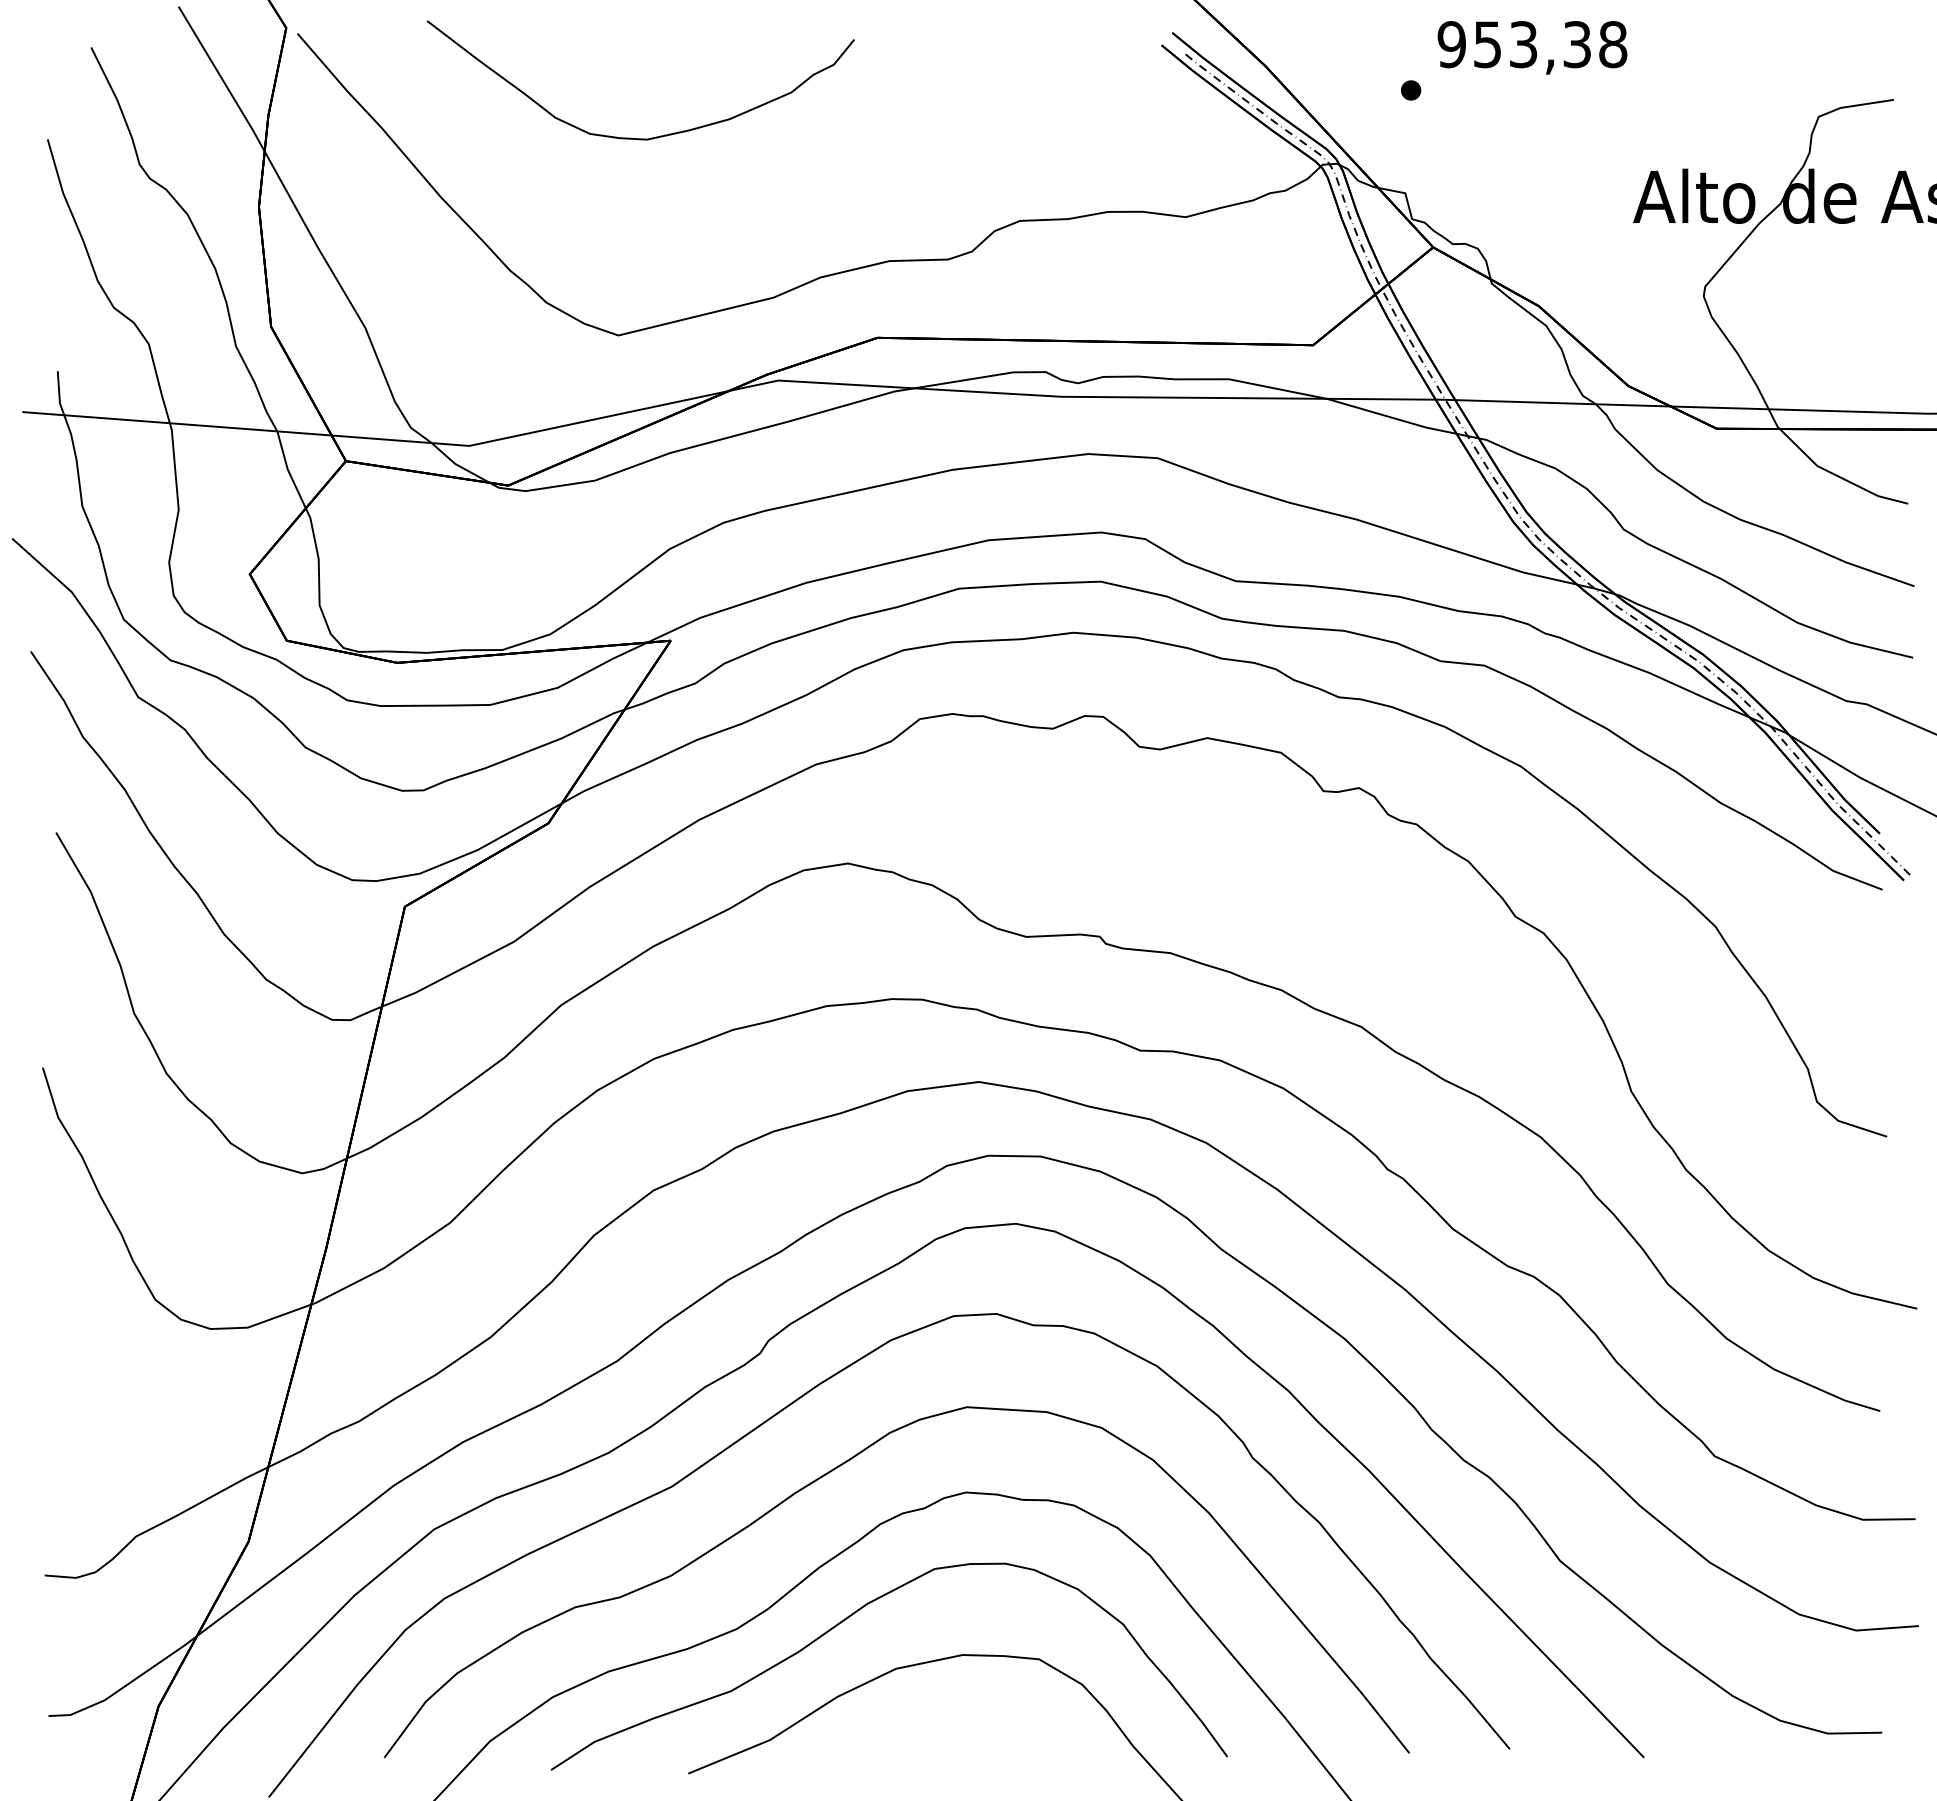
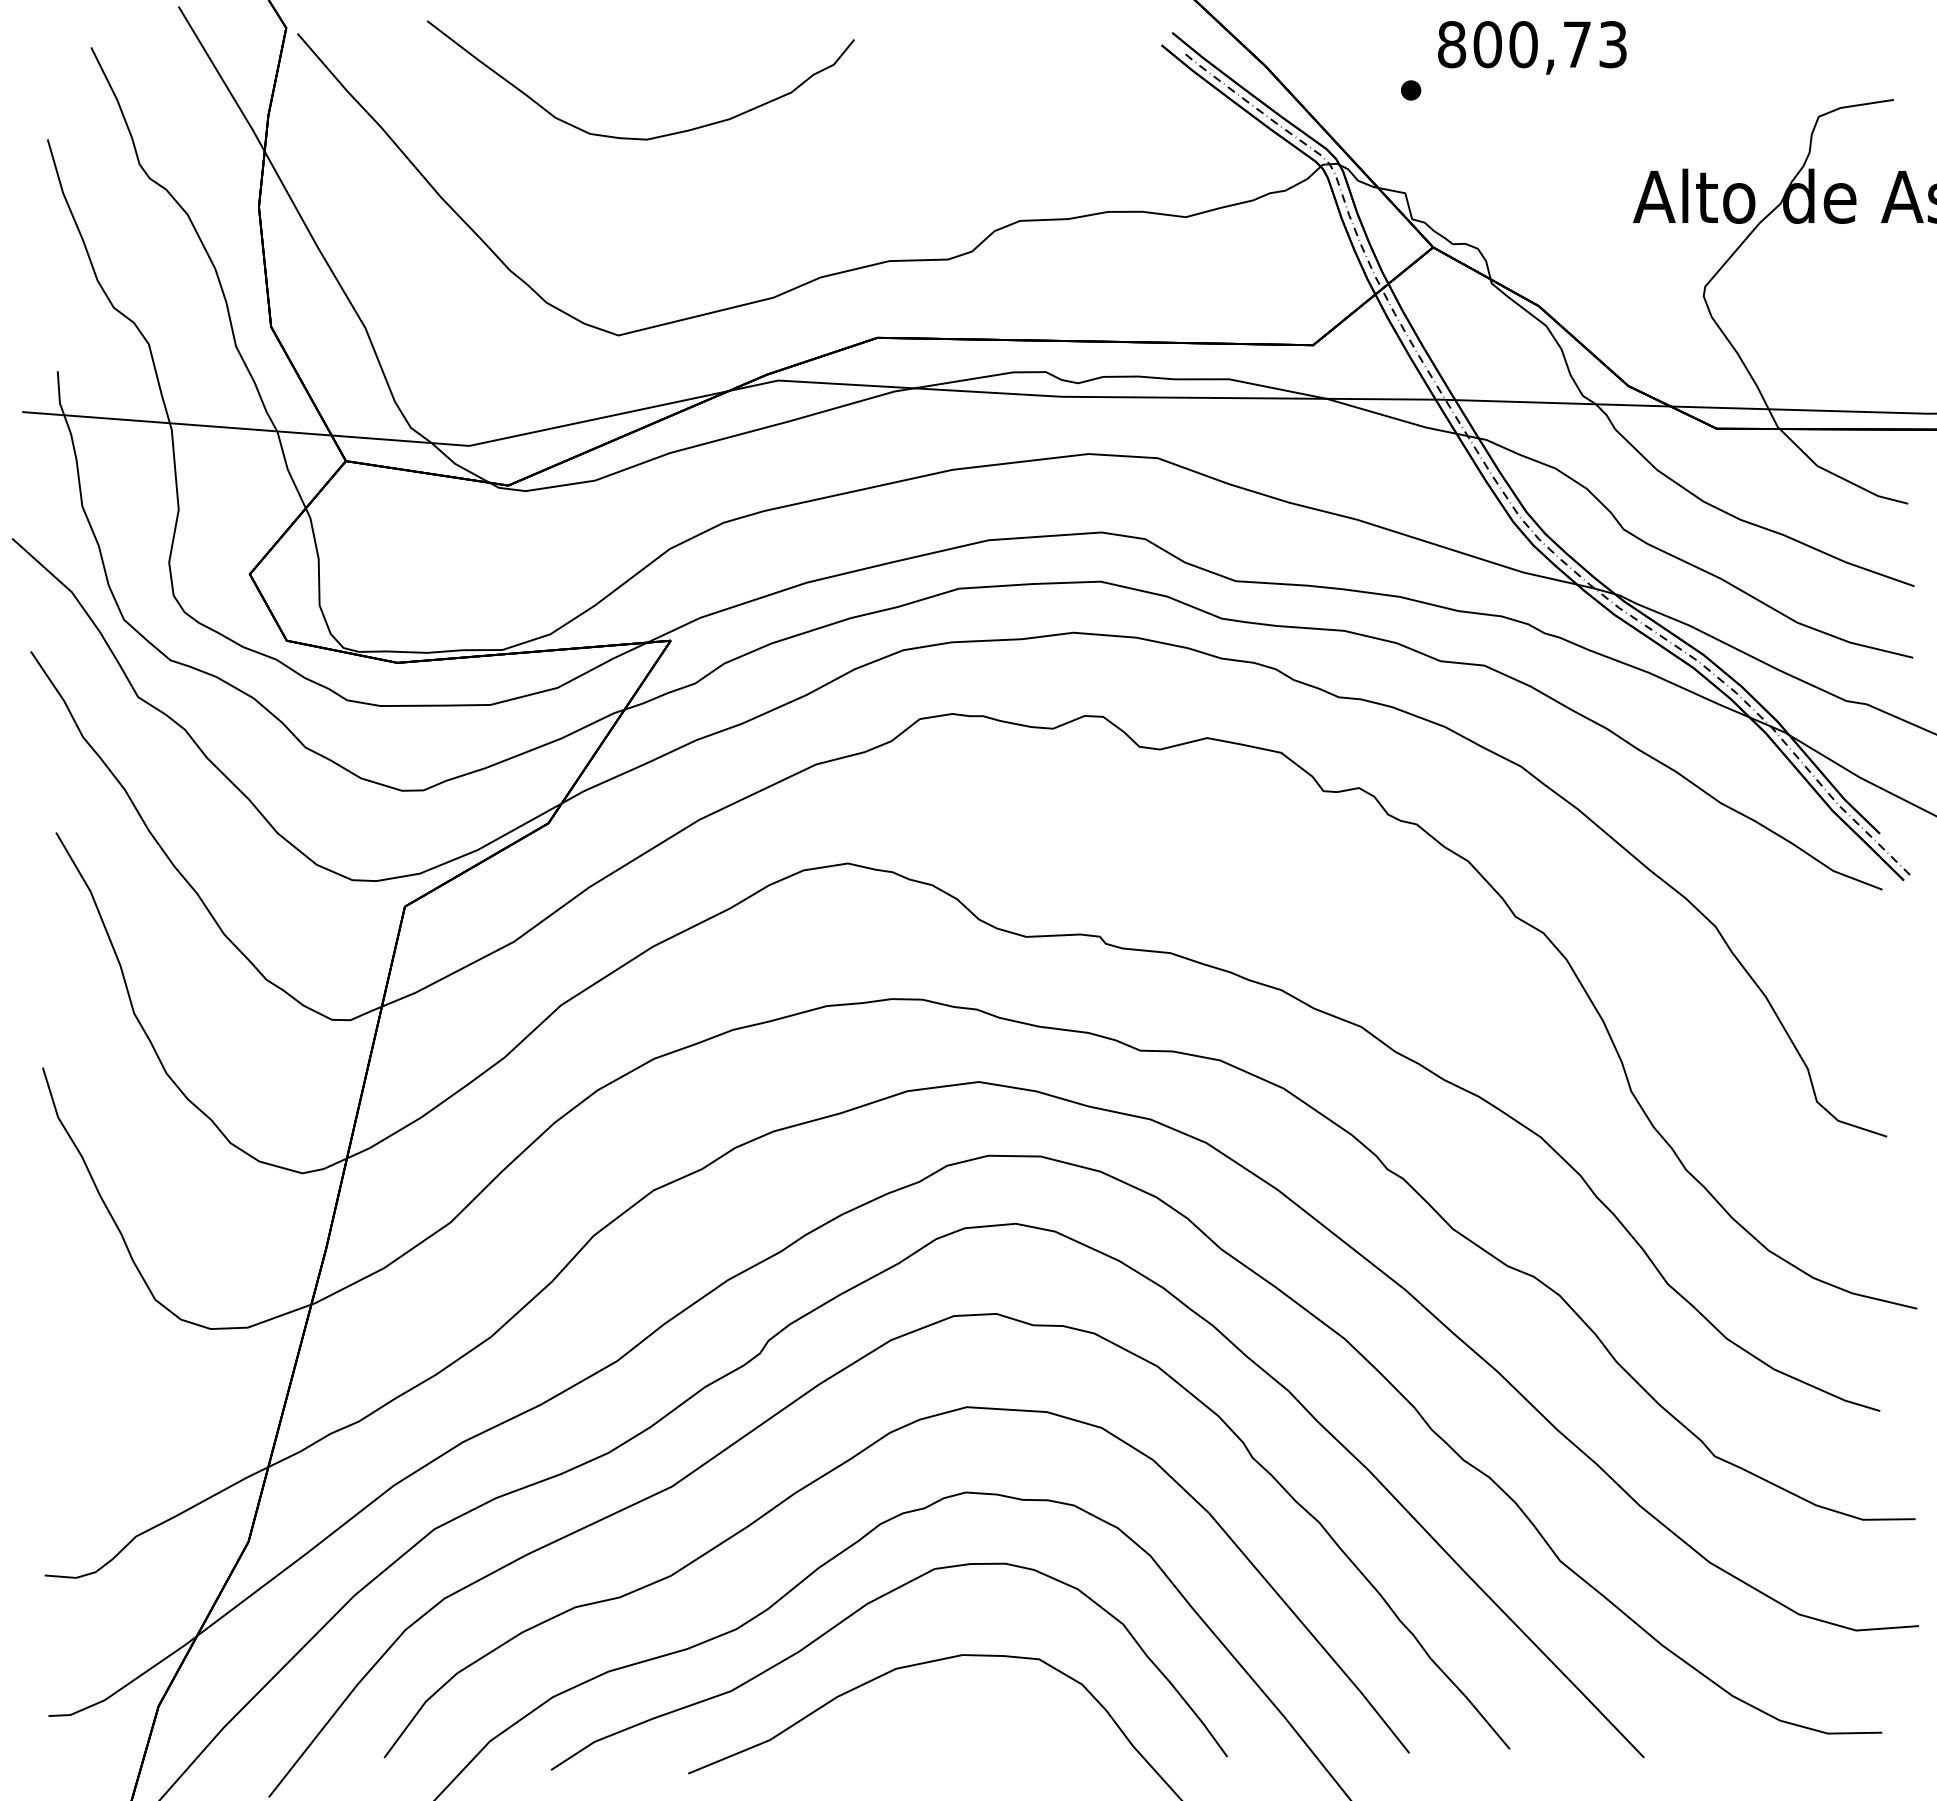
text at (1532, 44): 953,38 -> 800,73
